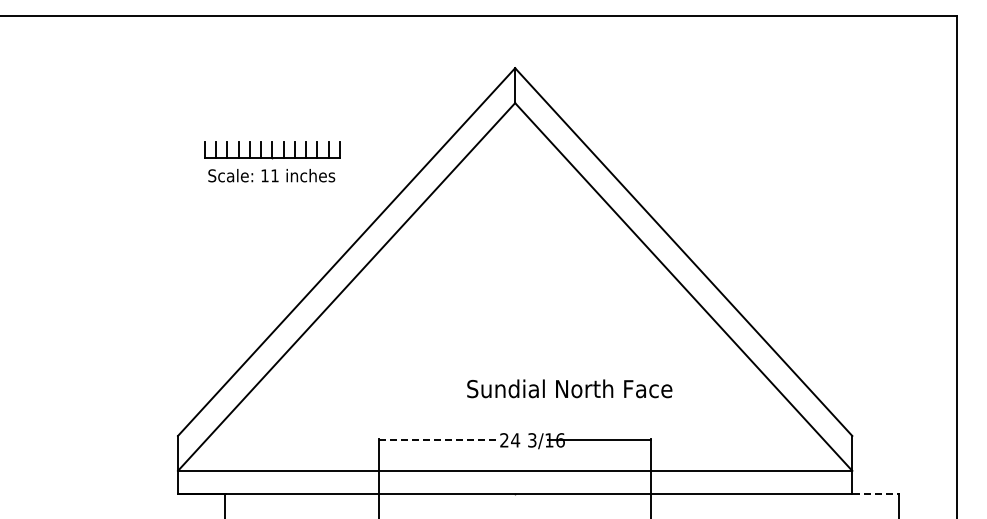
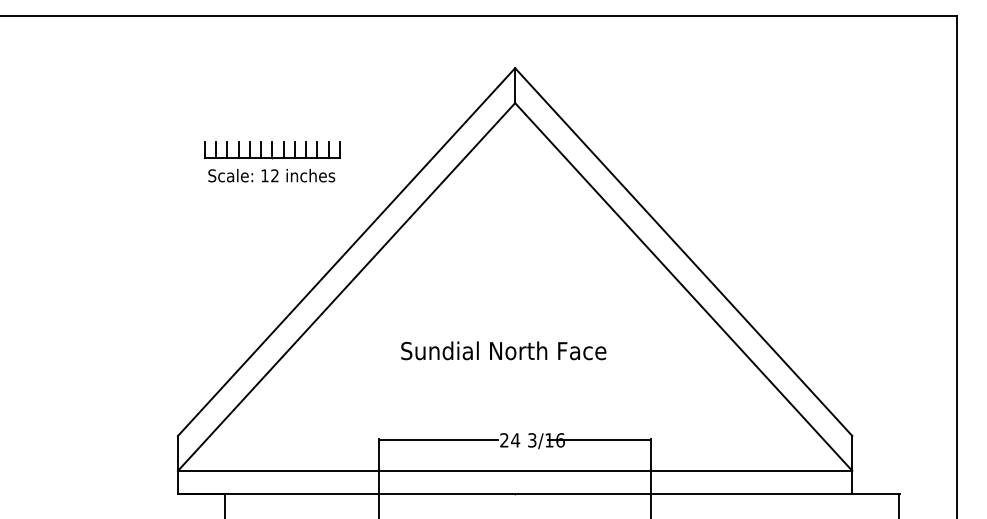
text at (274, 175): 11 -> 12
text at (569, 388) position: (569, 388) -> (503, 350)
line at (438, 440): dashed -> solid
line at (876, 493): dashed -> solid
